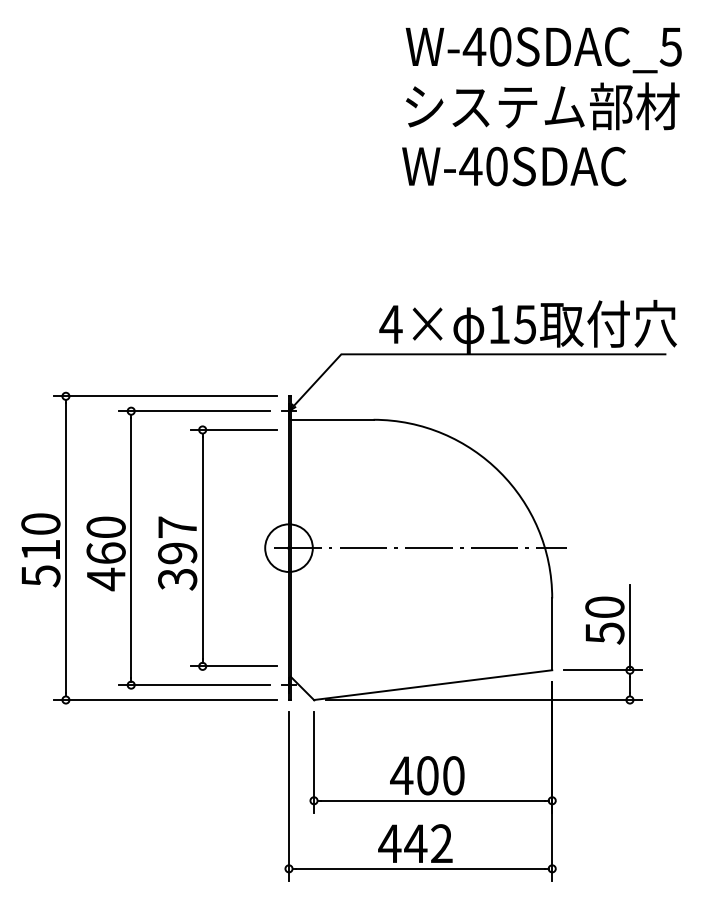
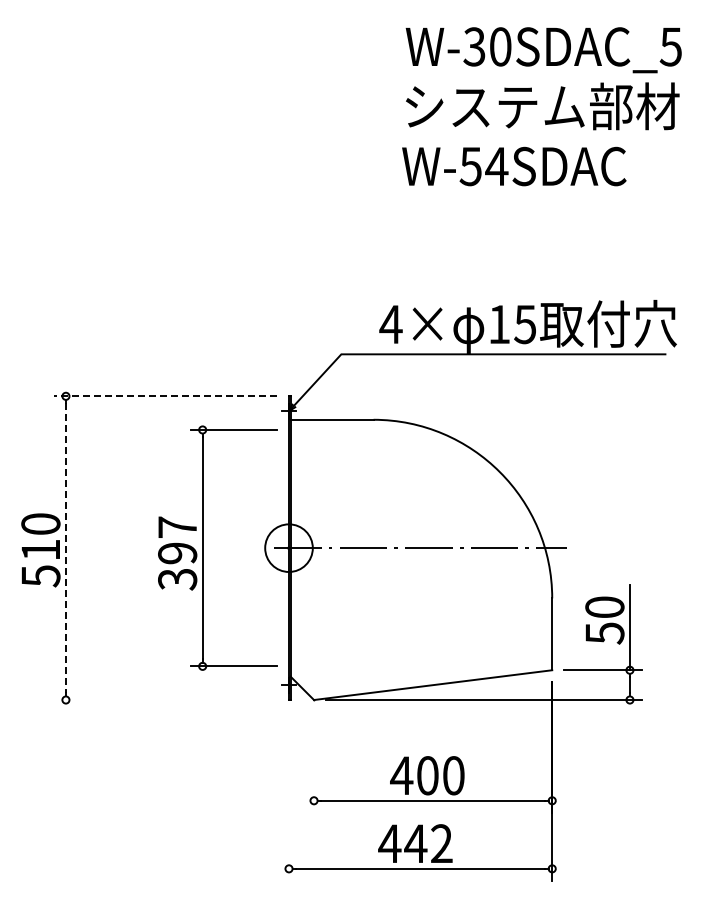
text at (474, 46): W-40SDAC_5 -> W-30SDAC_5
text at (483, 166): W-40SDAC -> W-54SDAC
line at (165, 396): solid -> dashed
part at (131, 547): present -> none
line at (65, 548): solid -> dashed
line at (165, 700): present -> none
line at (314, 761): present -> none
line at (289, 795): present -> none
